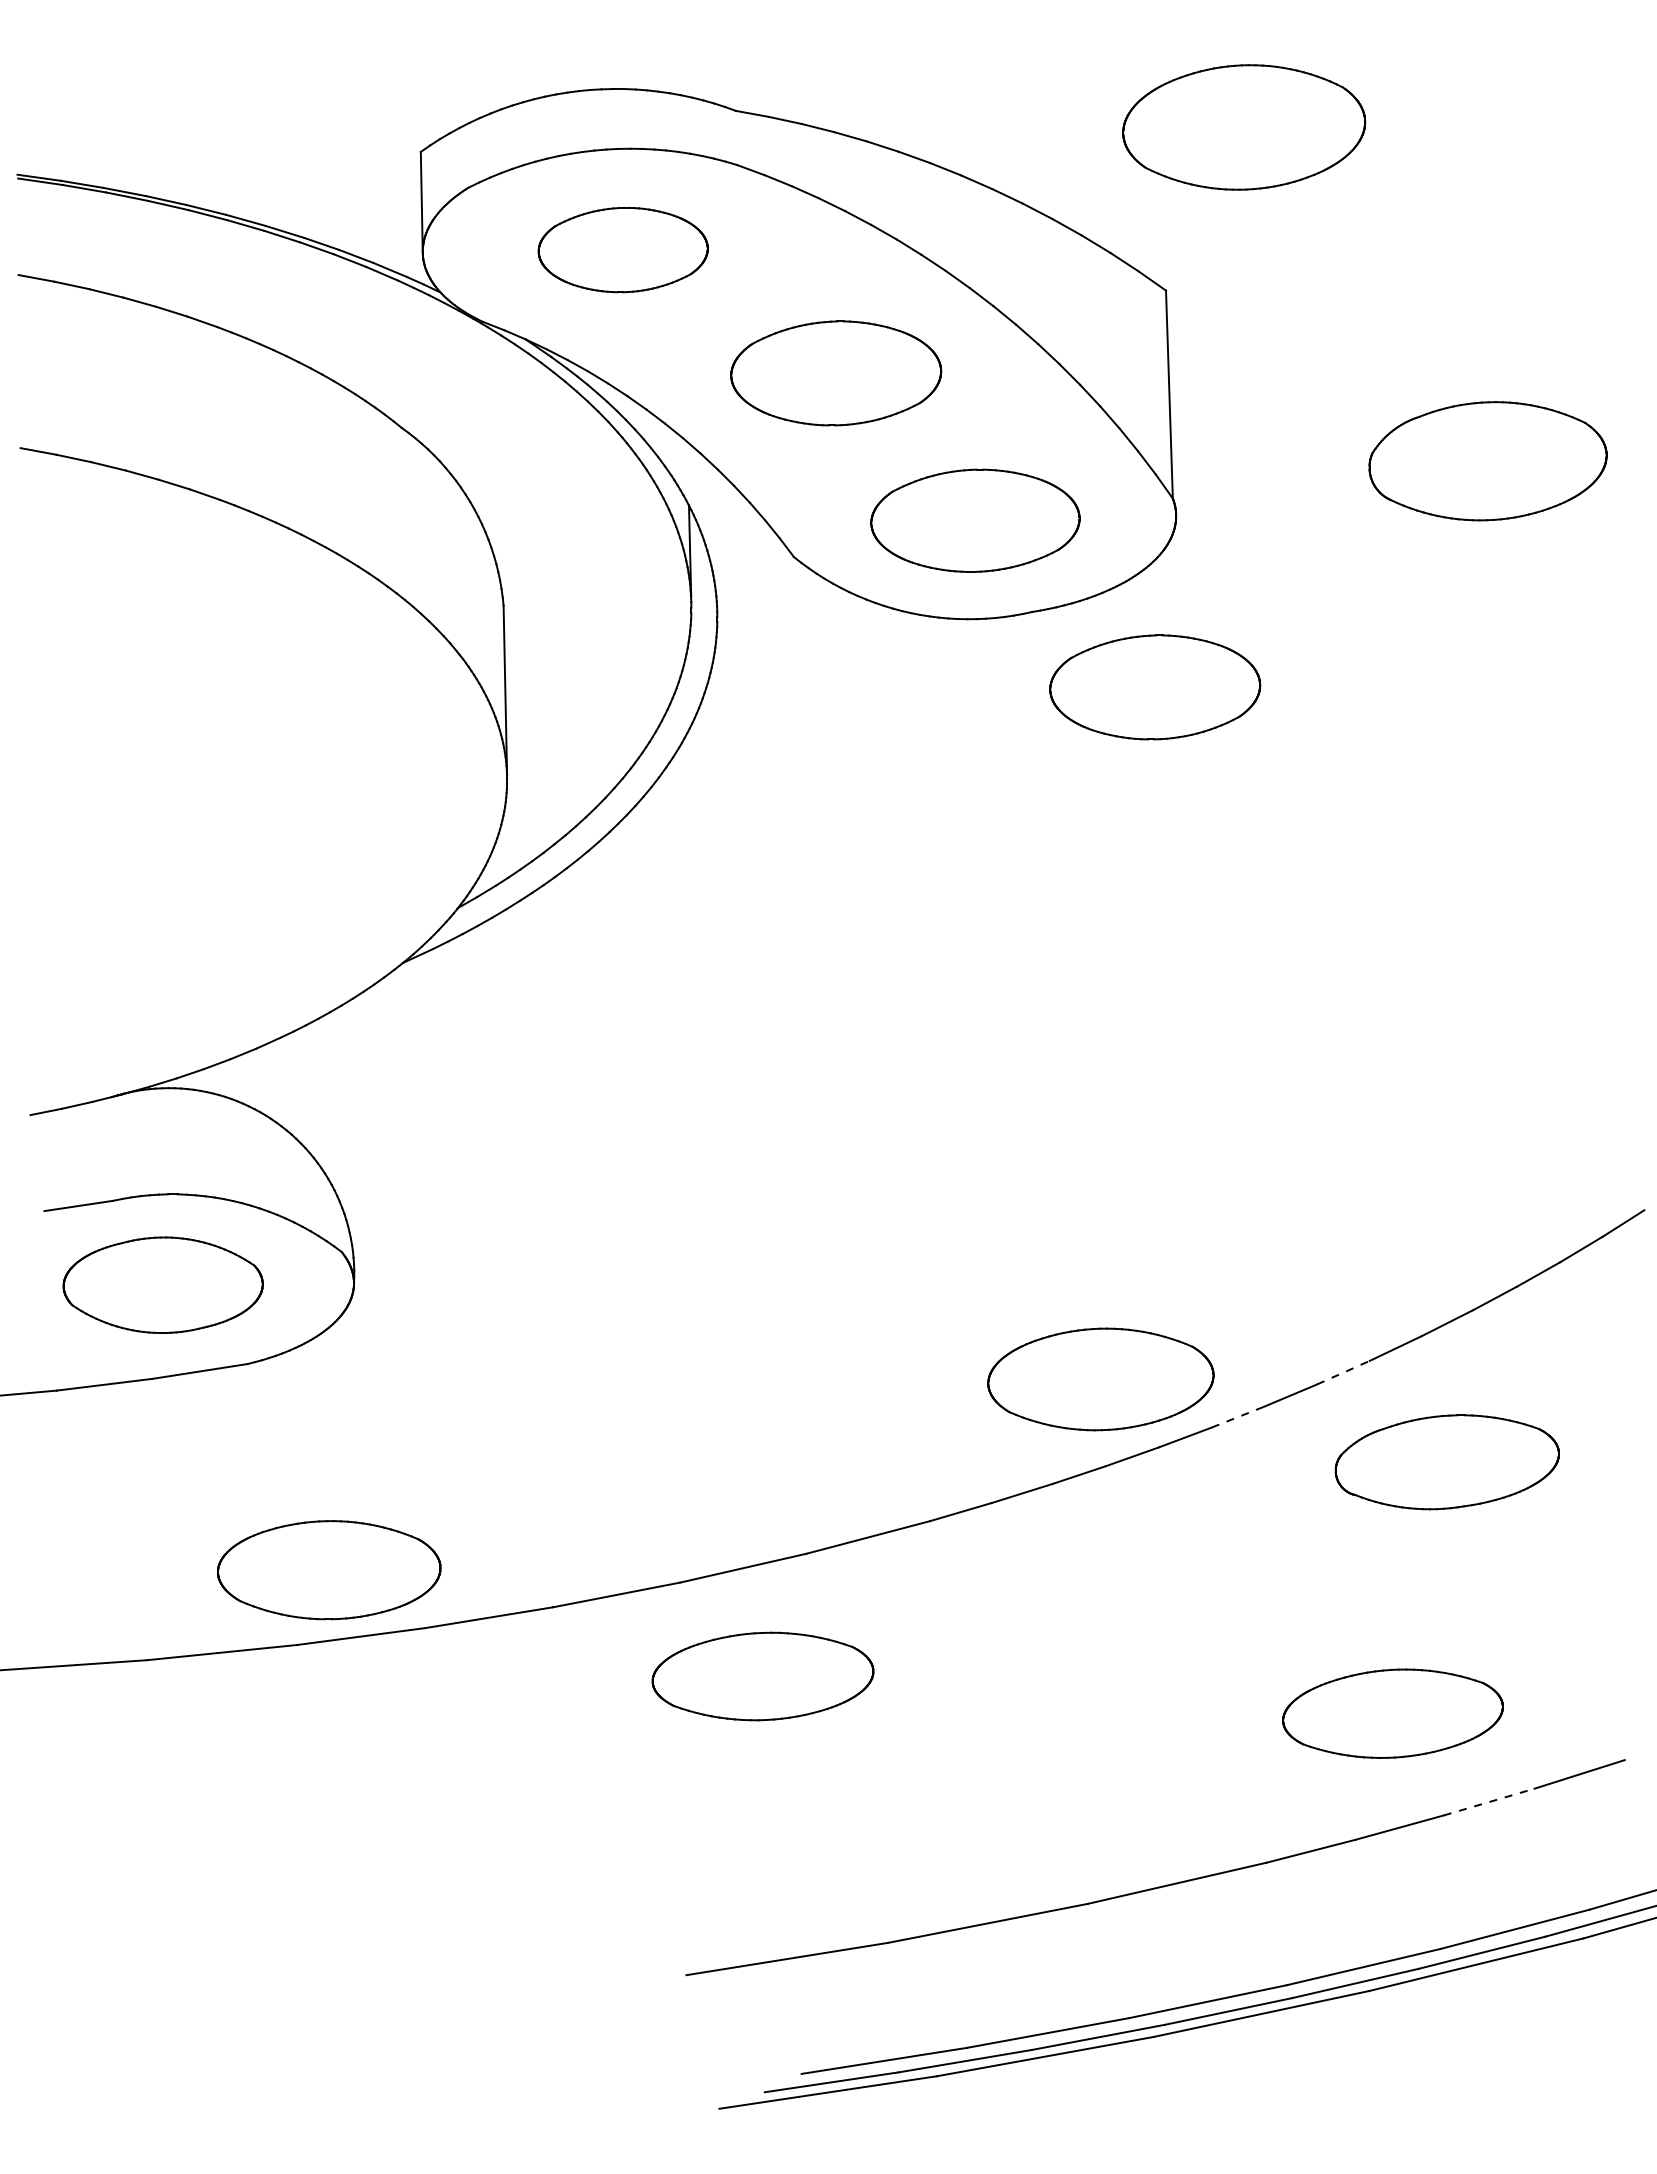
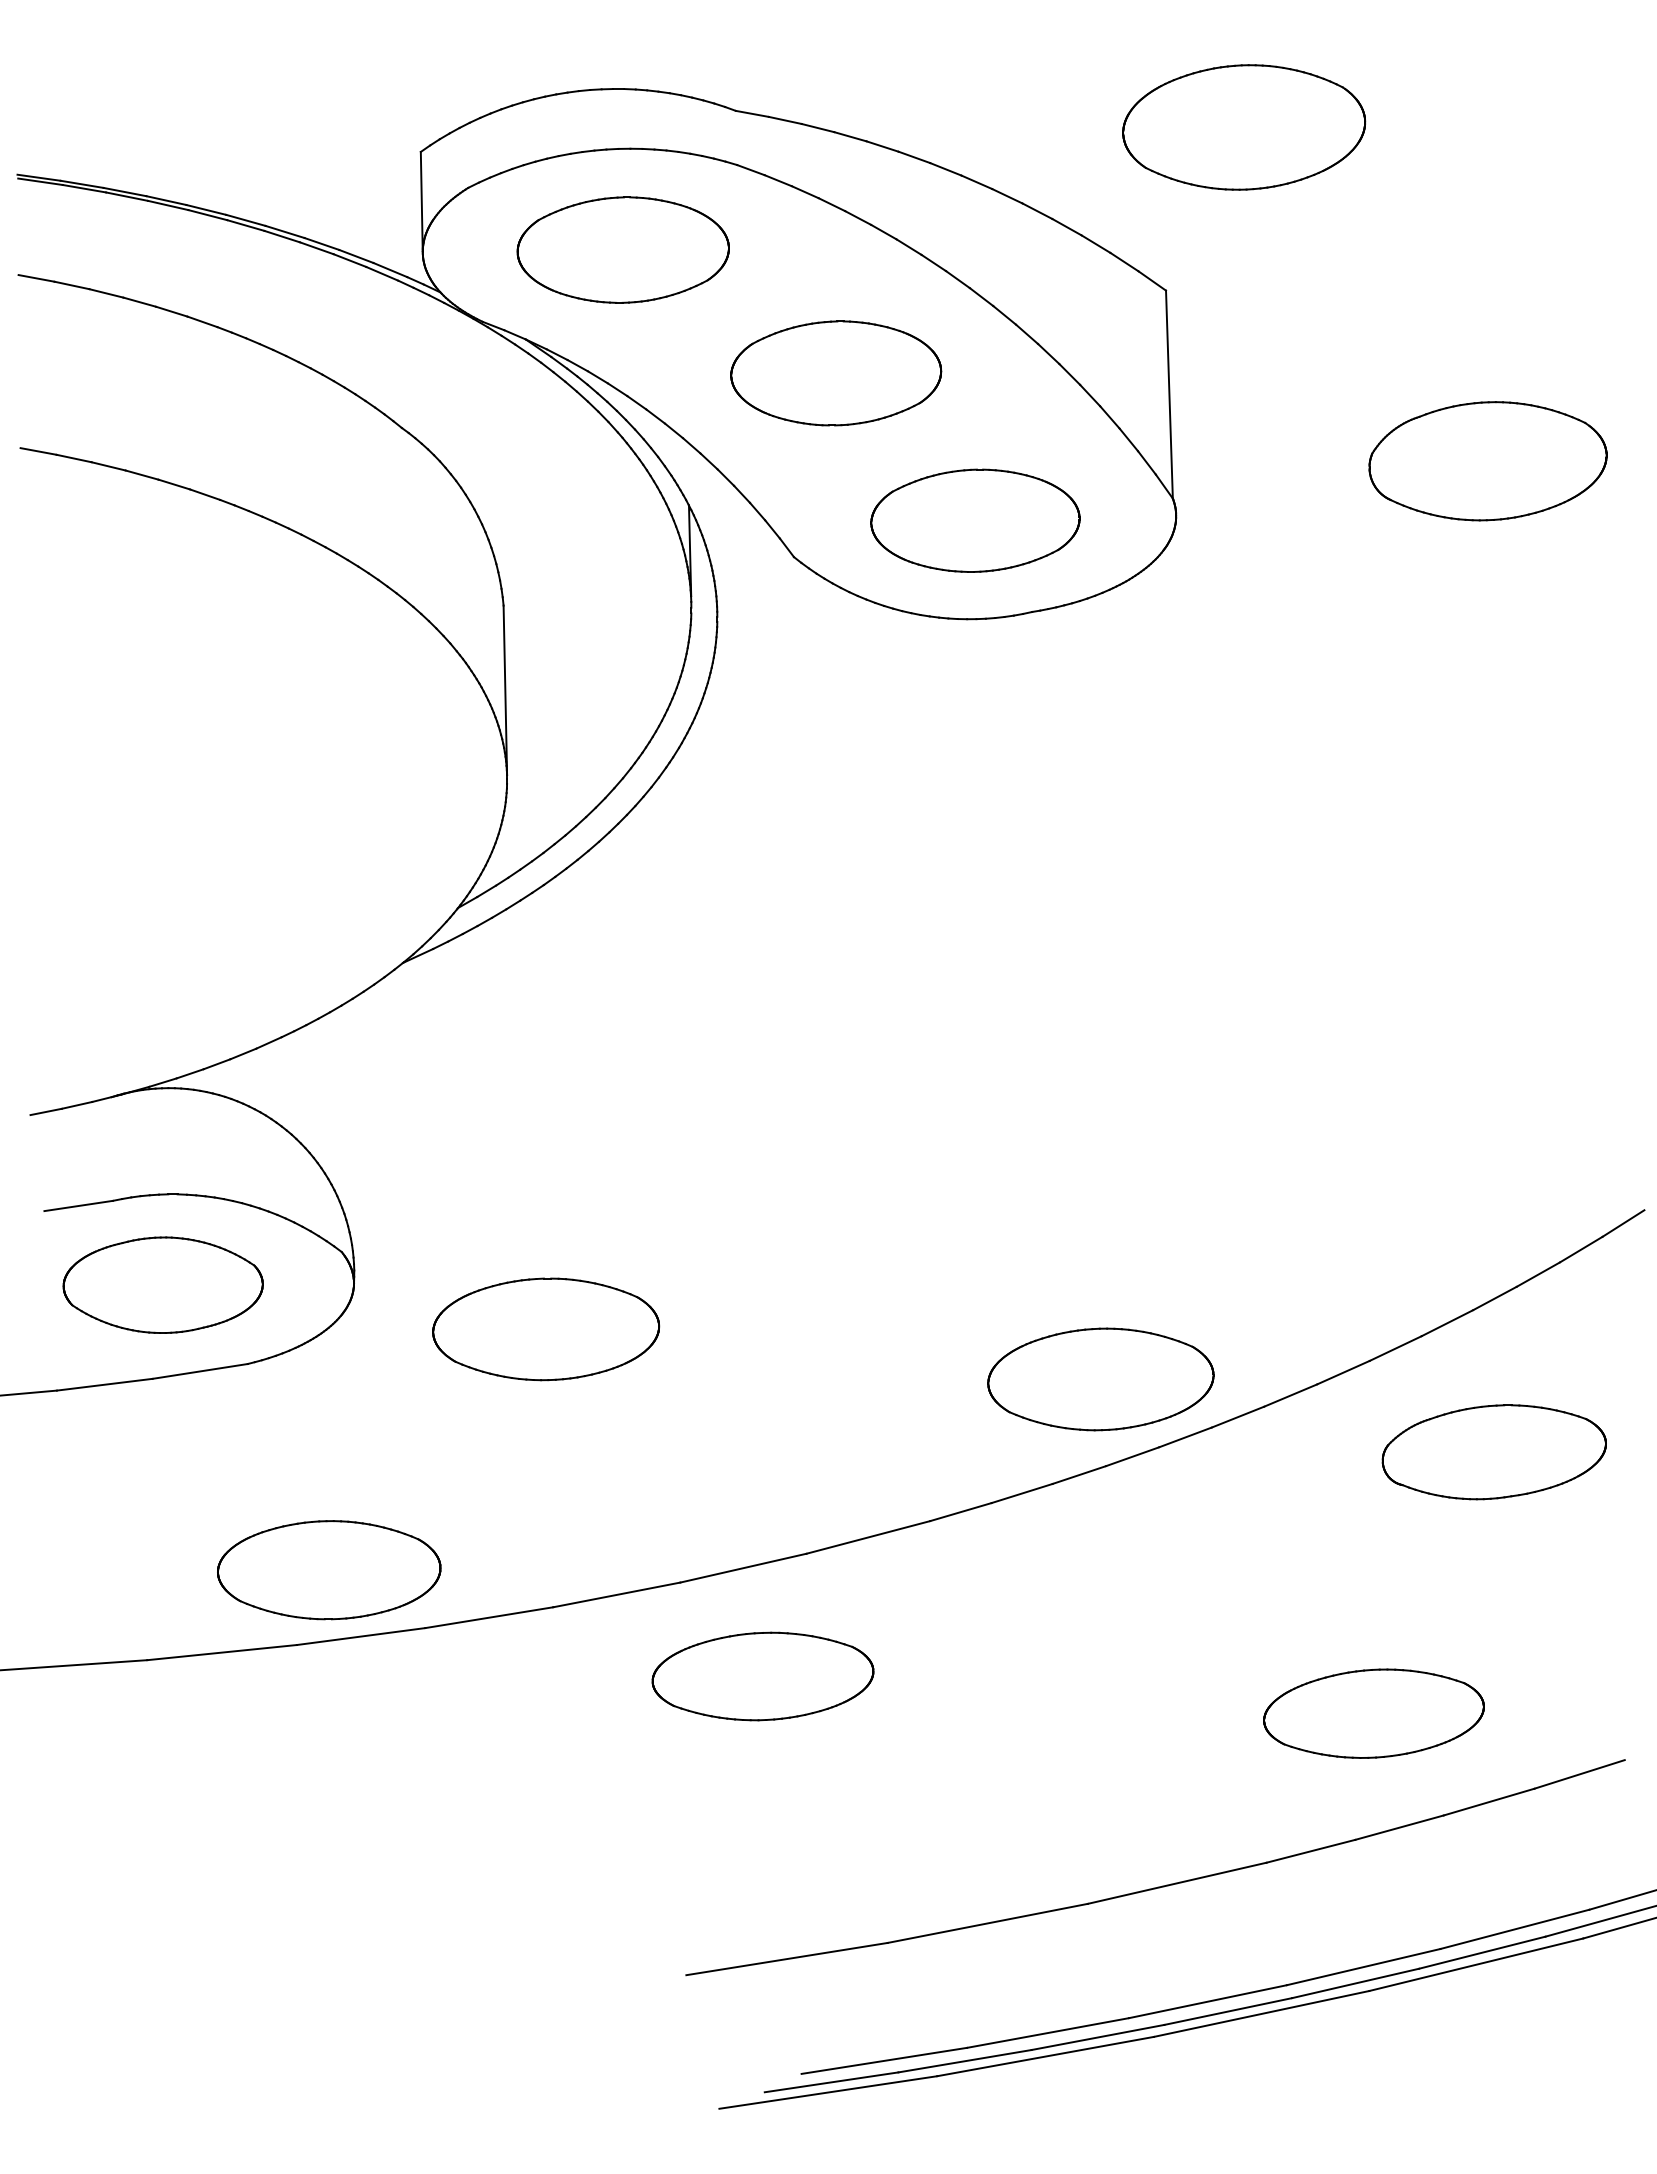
part at (622, 250) size: 172x87 px -> 214x108 px
part at (1155, 687): present -> none
part at (546, 1329): none -> present
line at (1343, 1372): dashed -> solid
line at (1238, 1416): dashed -> solid
part at (1446, 1462) position: (1446, 1462) -> (1493, 1452)
part at (1392, 1713) position: (1392, 1713) -> (1373, 1713)
line at (1489, 1801): dashed -> solid
